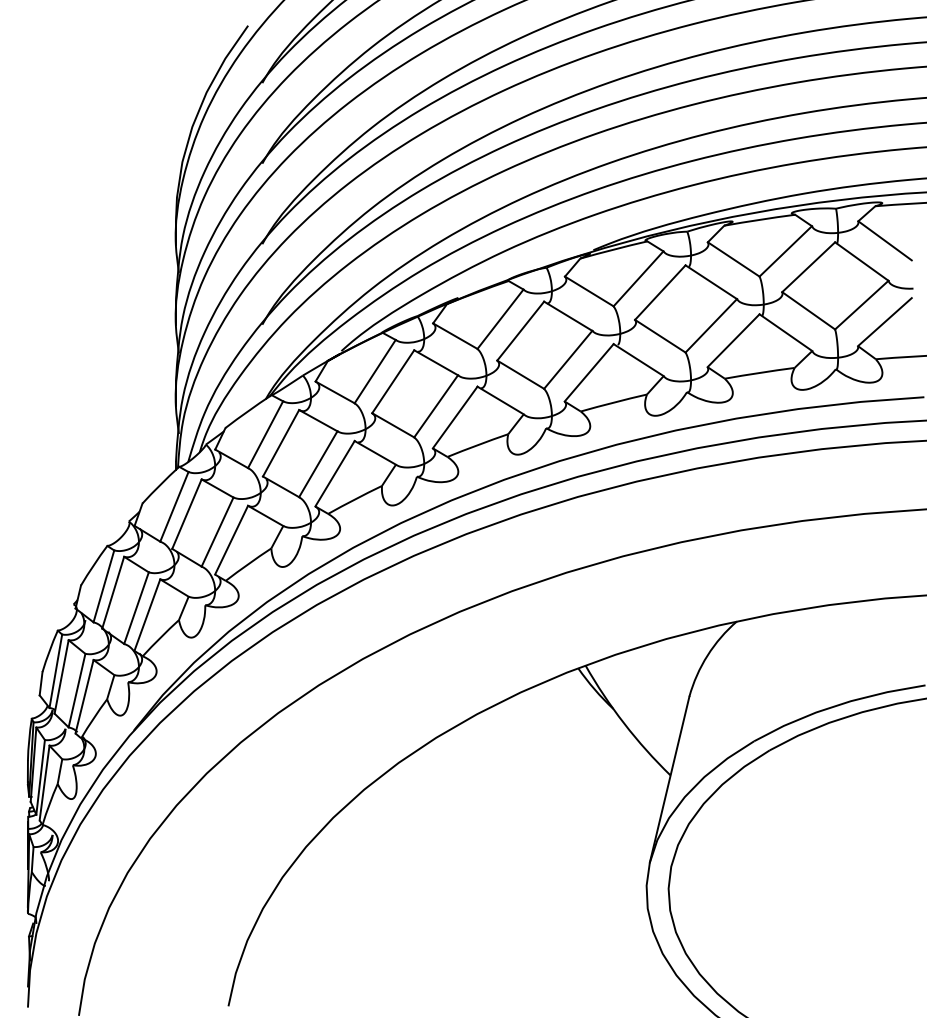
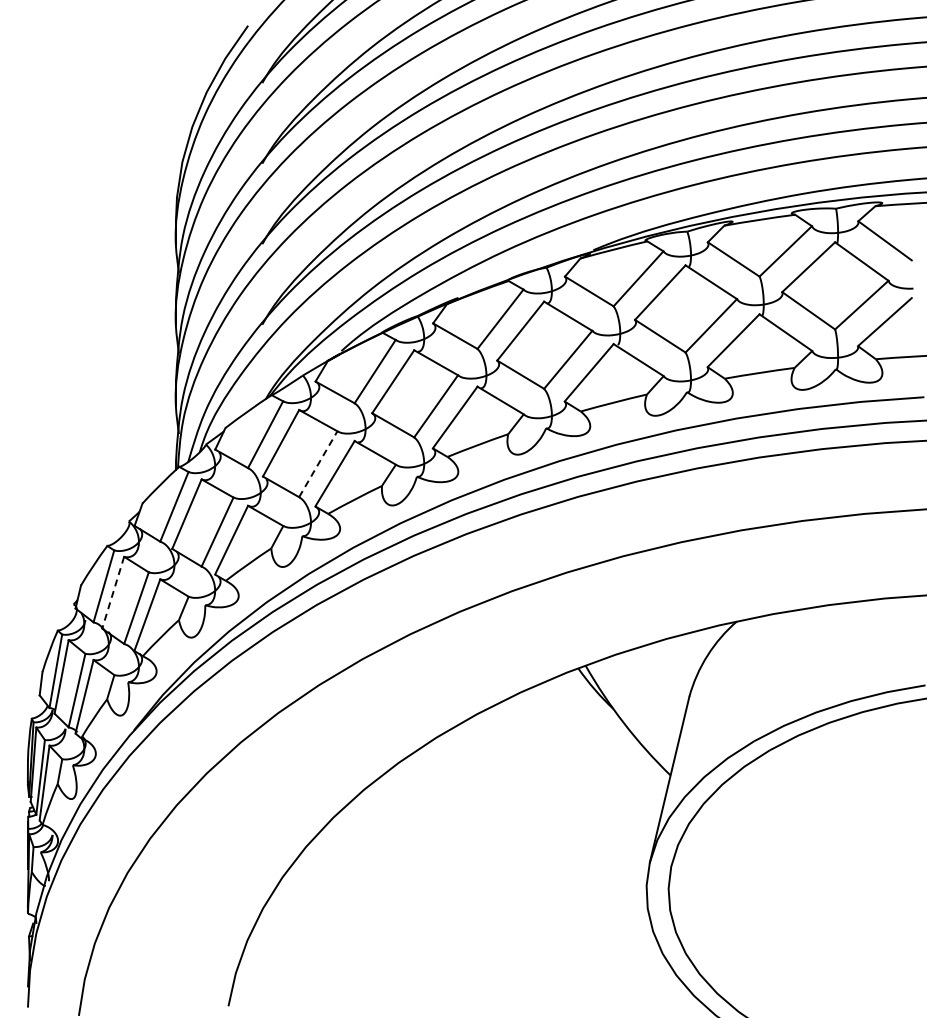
line at (318, 463): solid -> dashed
line at (113, 592): solid -> dashed
